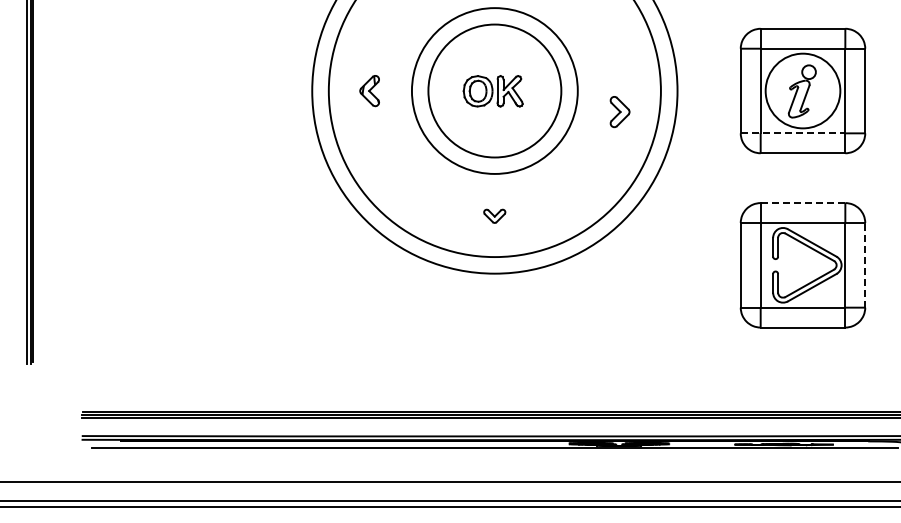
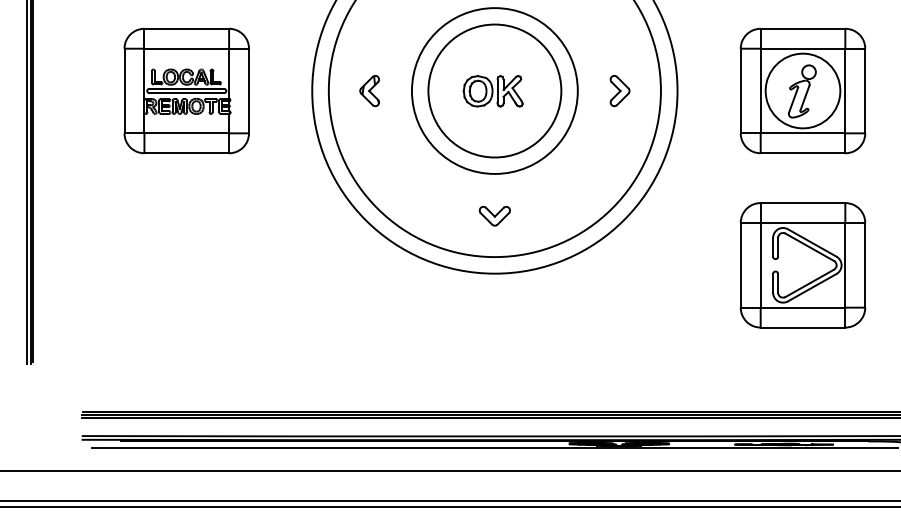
part at (186, 90): none -> present
part at (619, 112) position: (619, 112) -> (619, 91)
line at (793, 133): dashed -> solid
line at (802, 203): dashed -> solid
part at (494, 215) size: 24x16 px -> 33x21 px
line at (865, 264): dashed -> solid
line at (449, 482) position: (449, 482) -> (449, 471)
